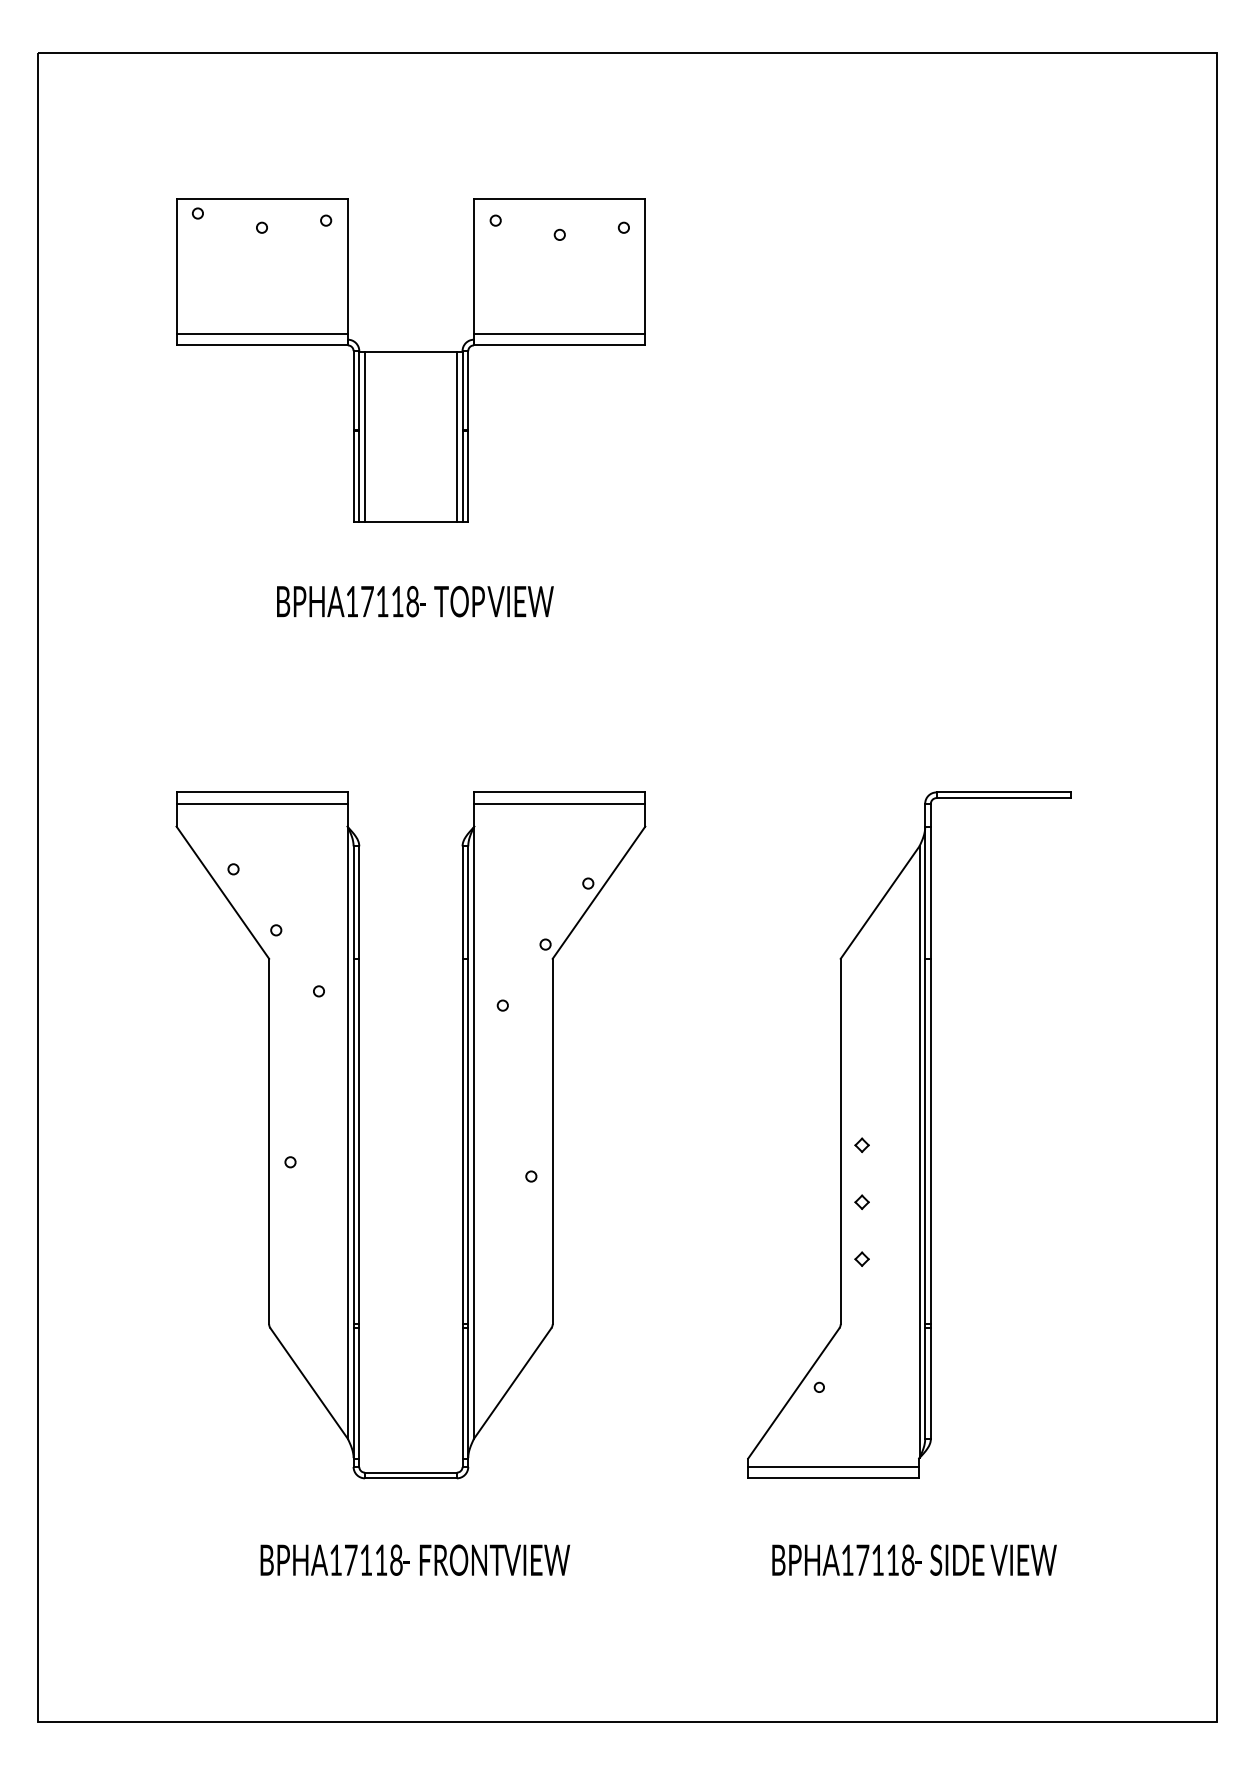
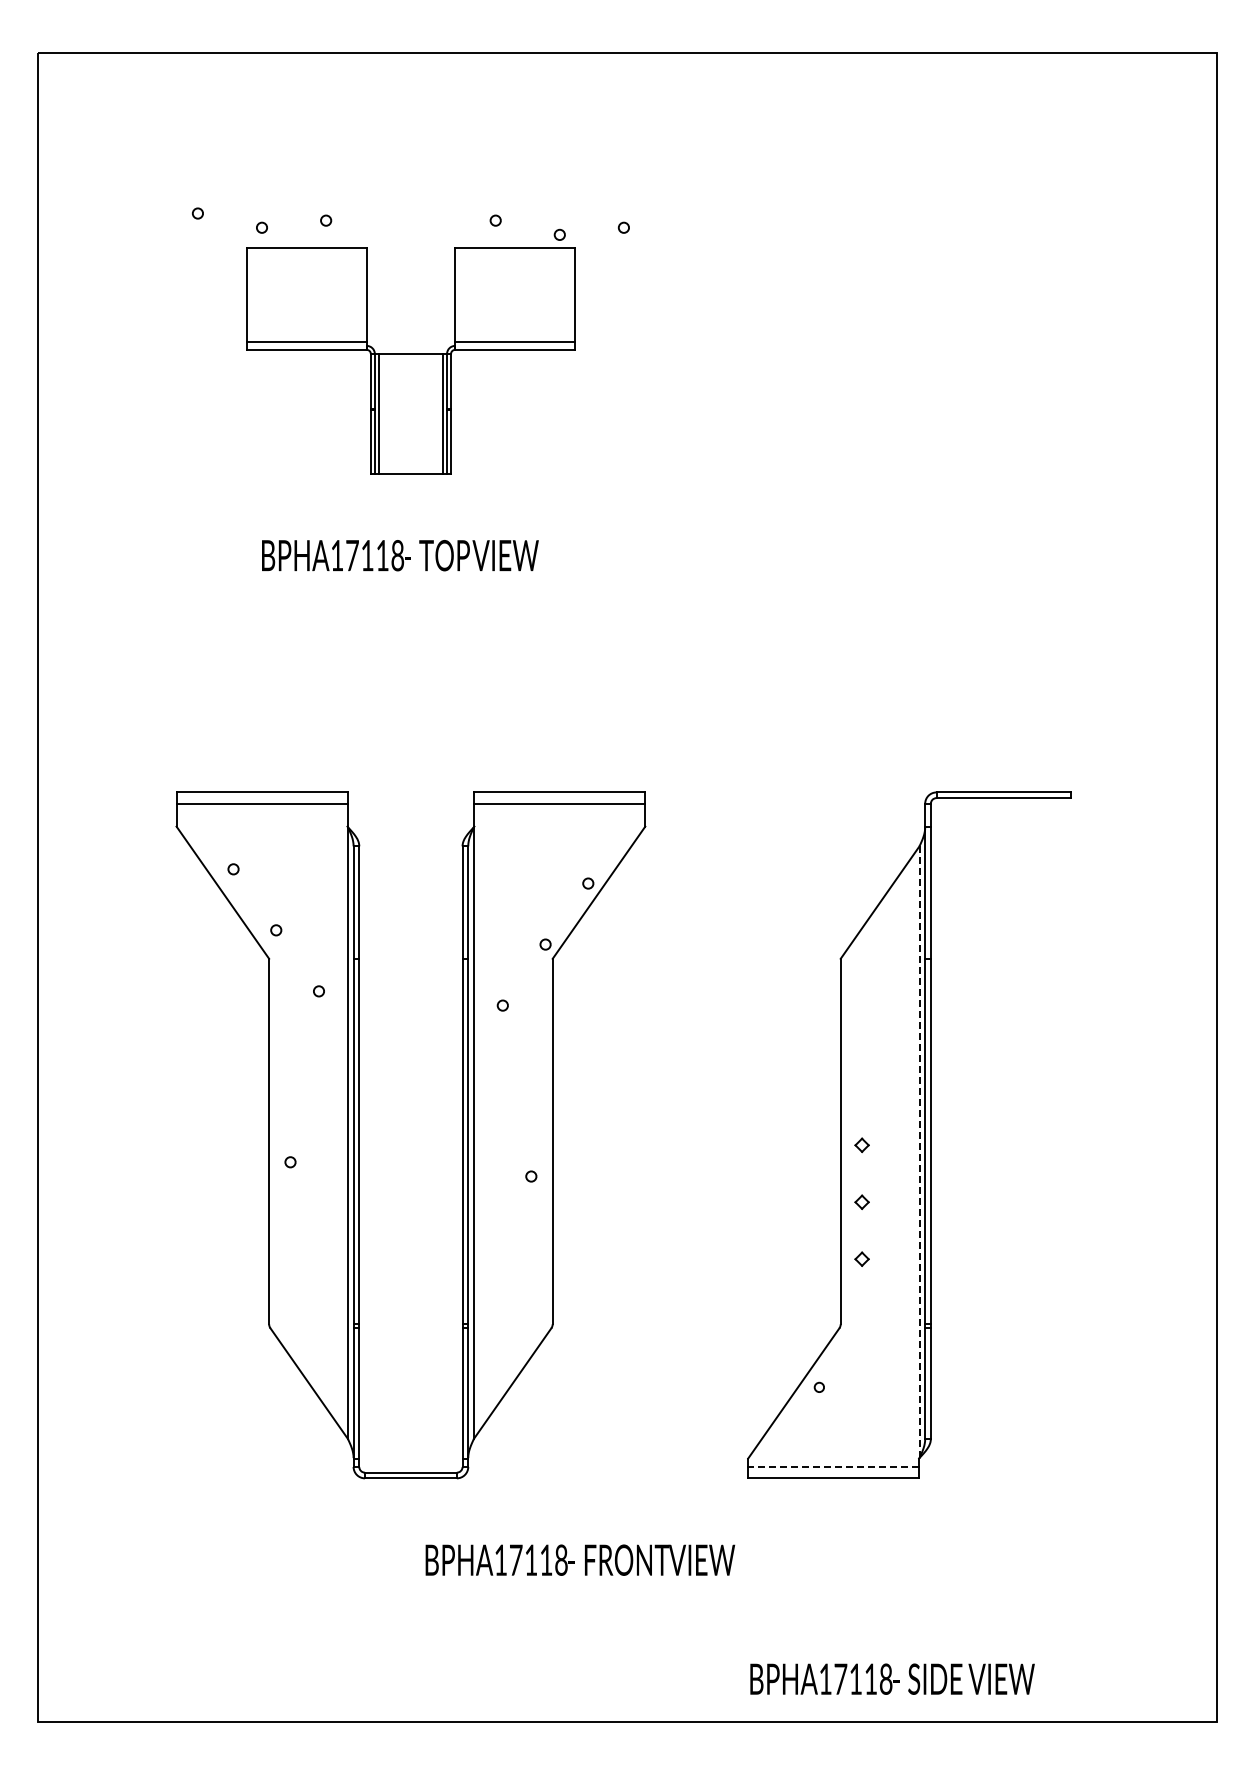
part at (410, 360) size: 470x325 px -> 330x228 px
text at (415, 601) position: (415, 601) -> (400, 555)
line at (919, 1152): solid -> dashed
line at (833, 1466): solid -> dashed
text at (415, 1559) position: (415, 1559) -> (580, 1559)
text at (914, 1559) position: (914, 1559) -> (892, 1678)
